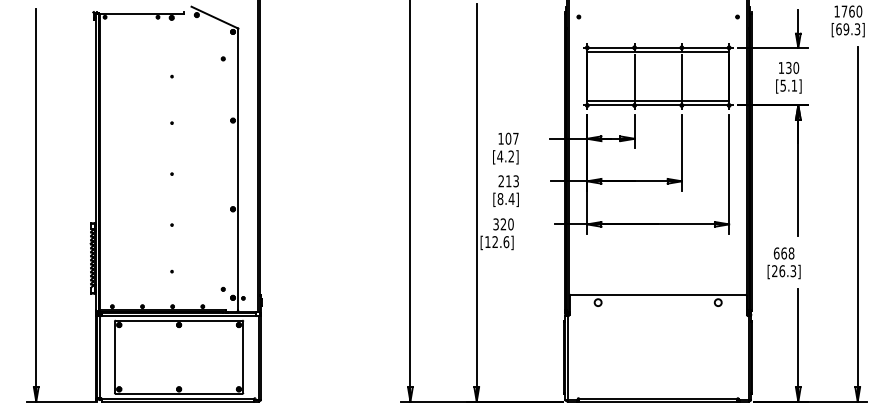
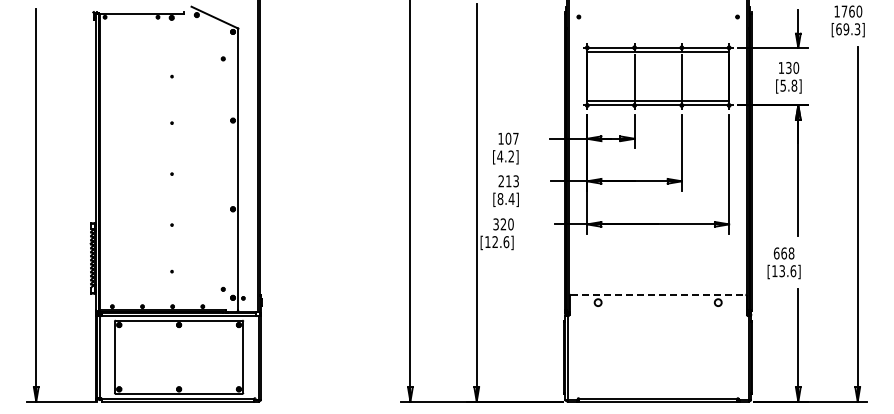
text at (794, 85): [5.1] -> [5.8]
text at (784, 271): [26.3] -> [13.6]
line at (658, 294): solid -> dashed
